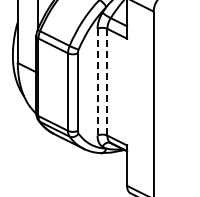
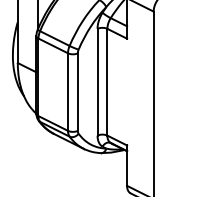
line at (97, 82): dashed -> solid
line at (107, 82): dashed -> solid
